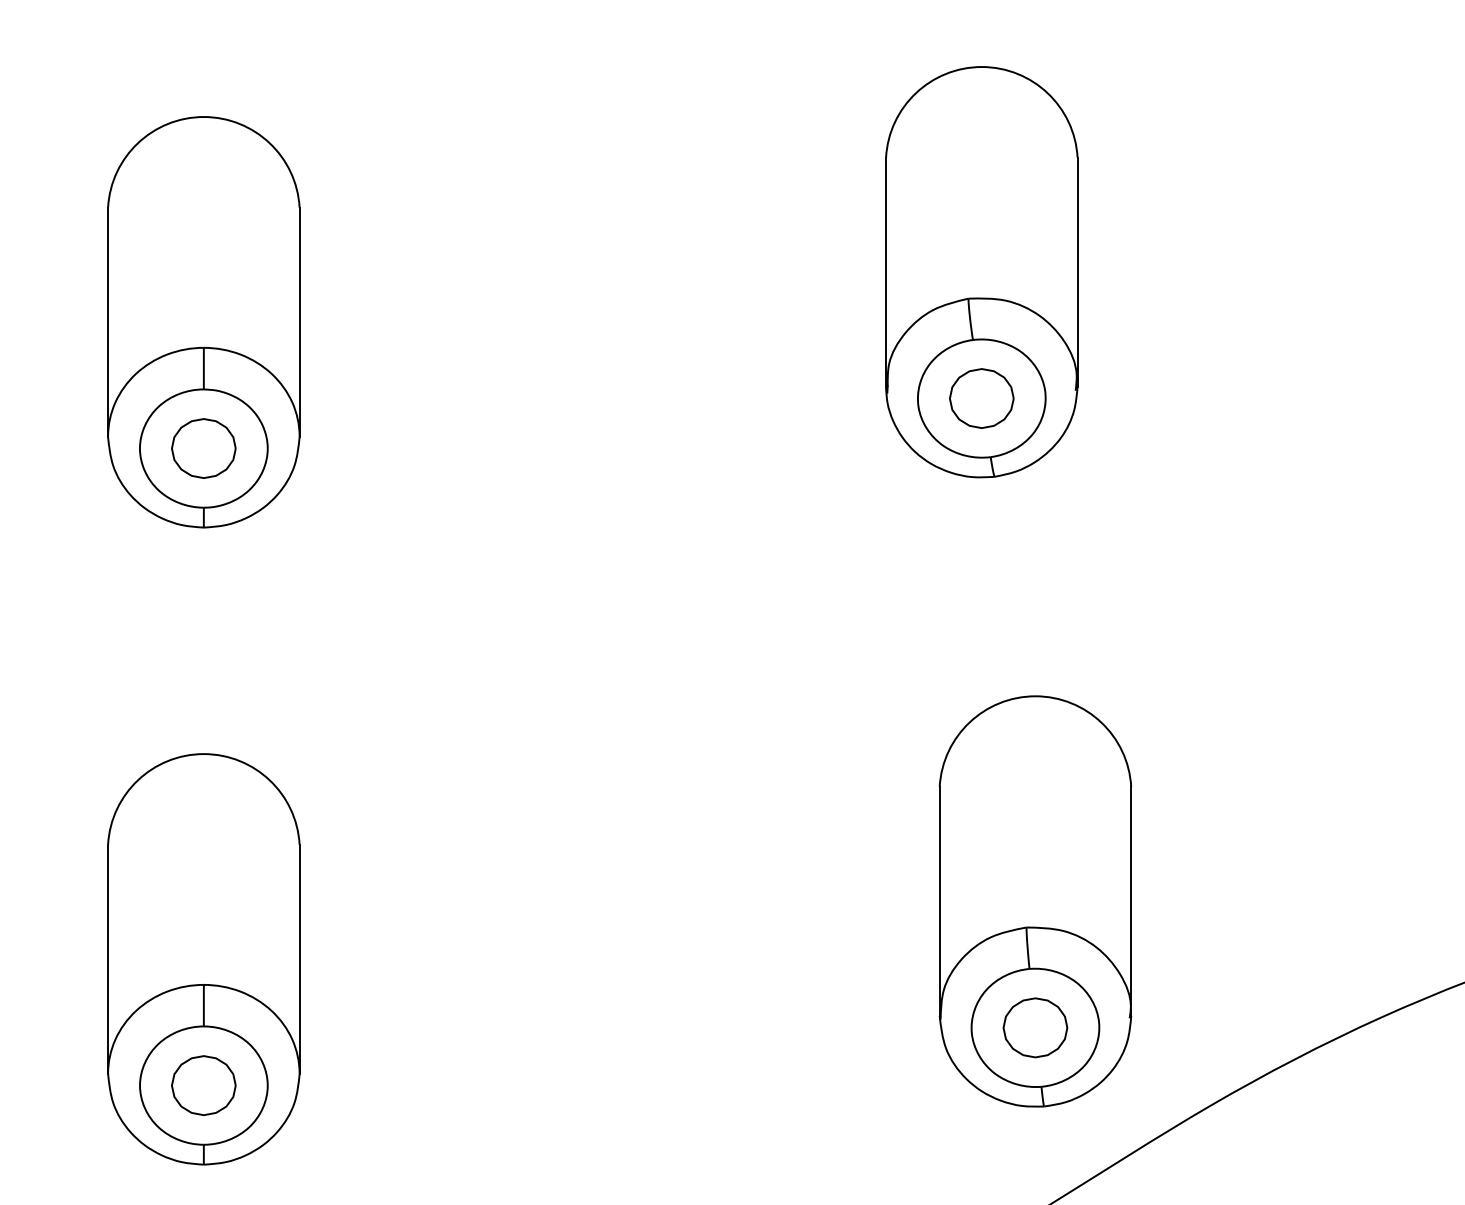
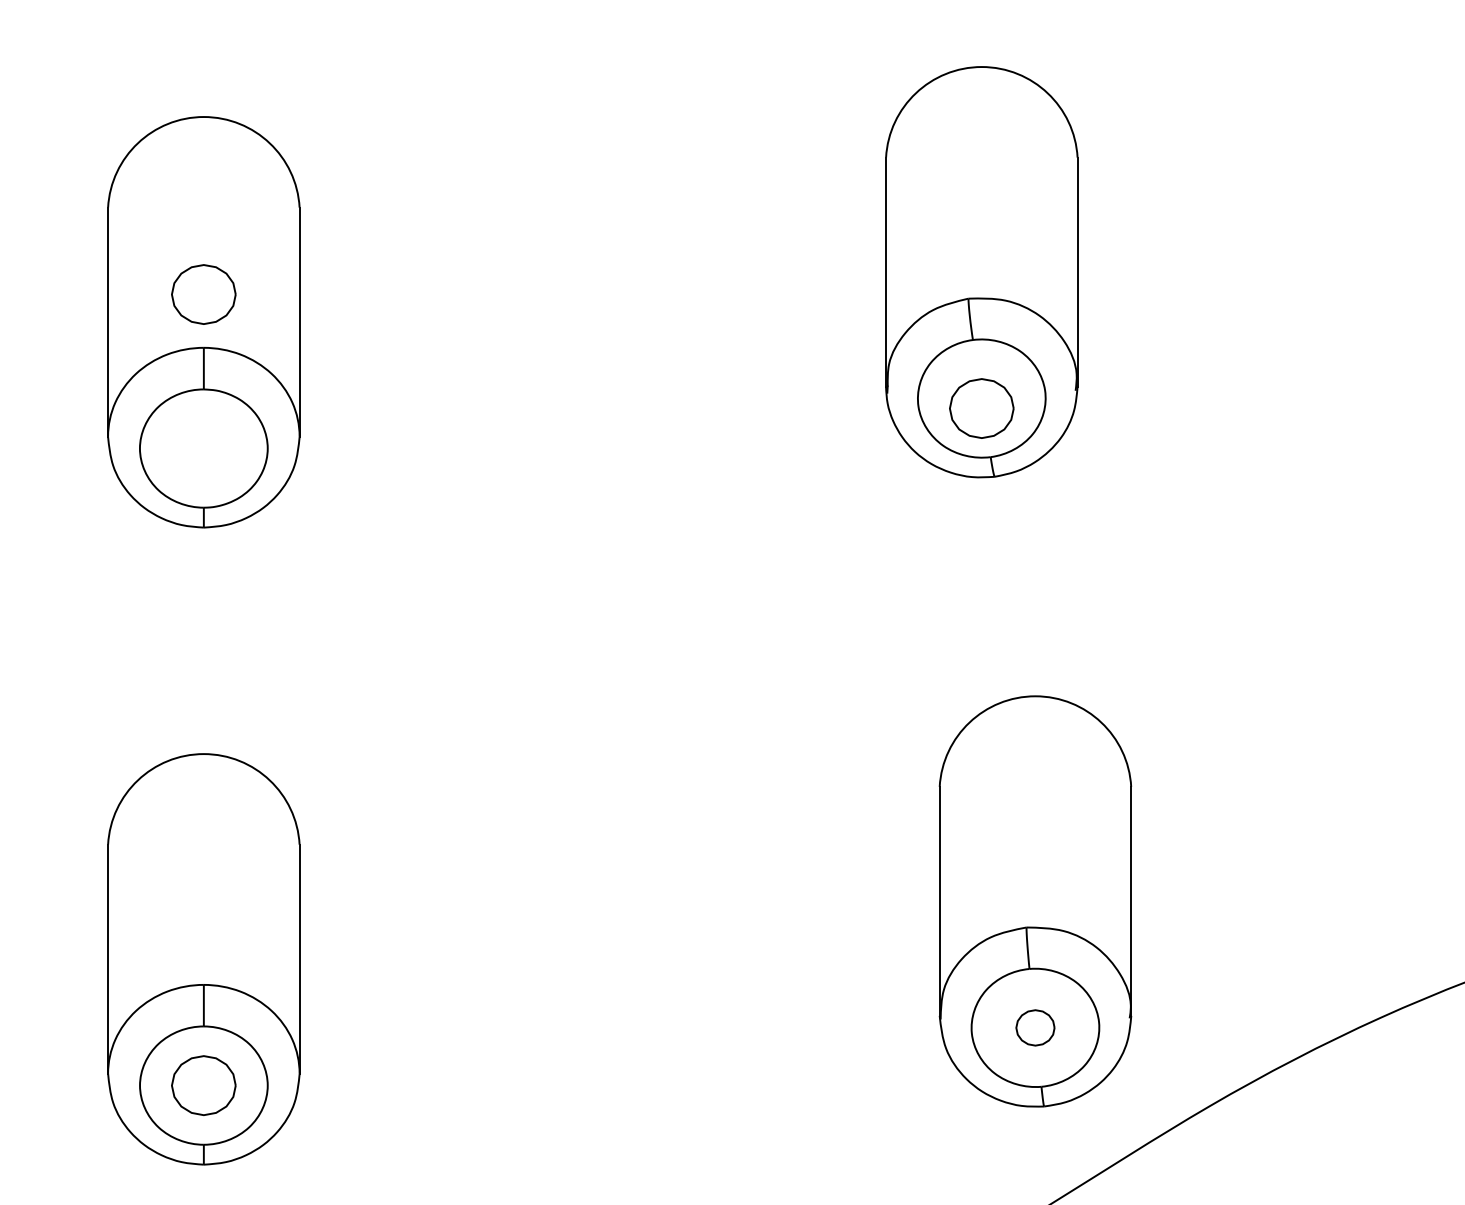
part at (981, 398) position: (981, 398) -> (981, 408)
part at (203, 448) position: (203, 448) -> (203, 294)
part at (1035, 1027) size: 67x62 px -> 41x38 px
